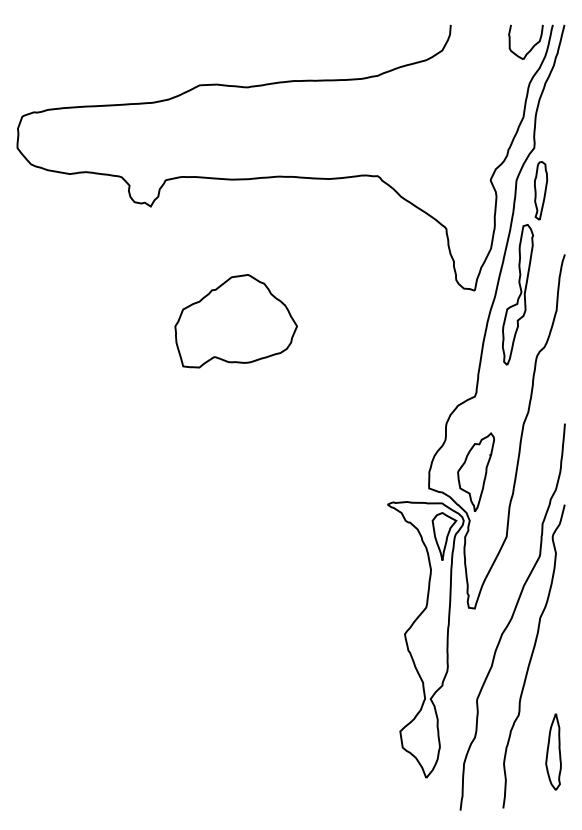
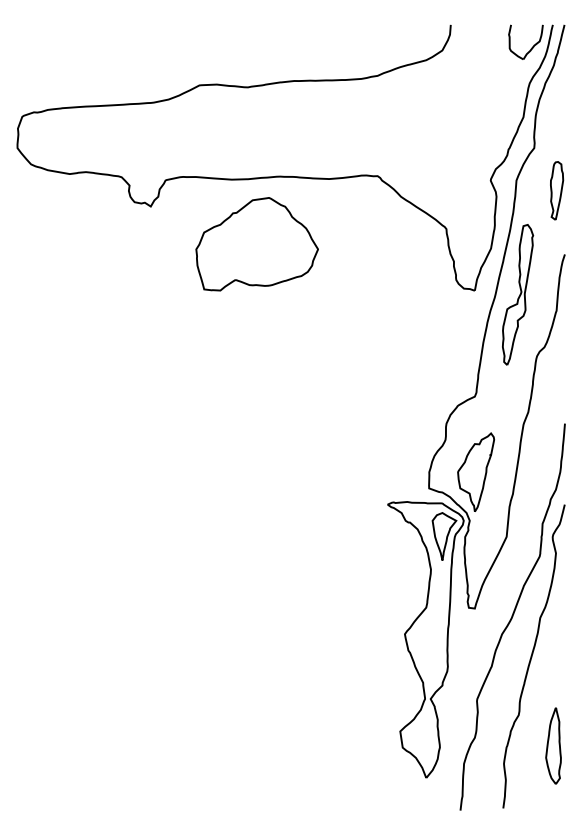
part at (541, 190) position: (541, 190) -> (557, 190)
part at (235, 321) position: (235, 321) -> (256, 244)
part at (553, 751) position: (553, 751) -> (553, 745)
